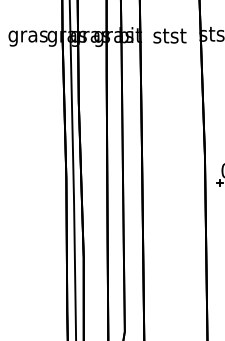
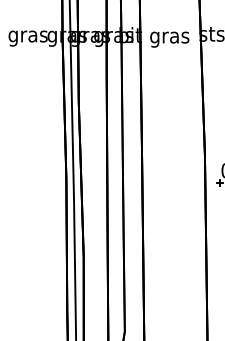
text at (169, 37): stst -> gras
